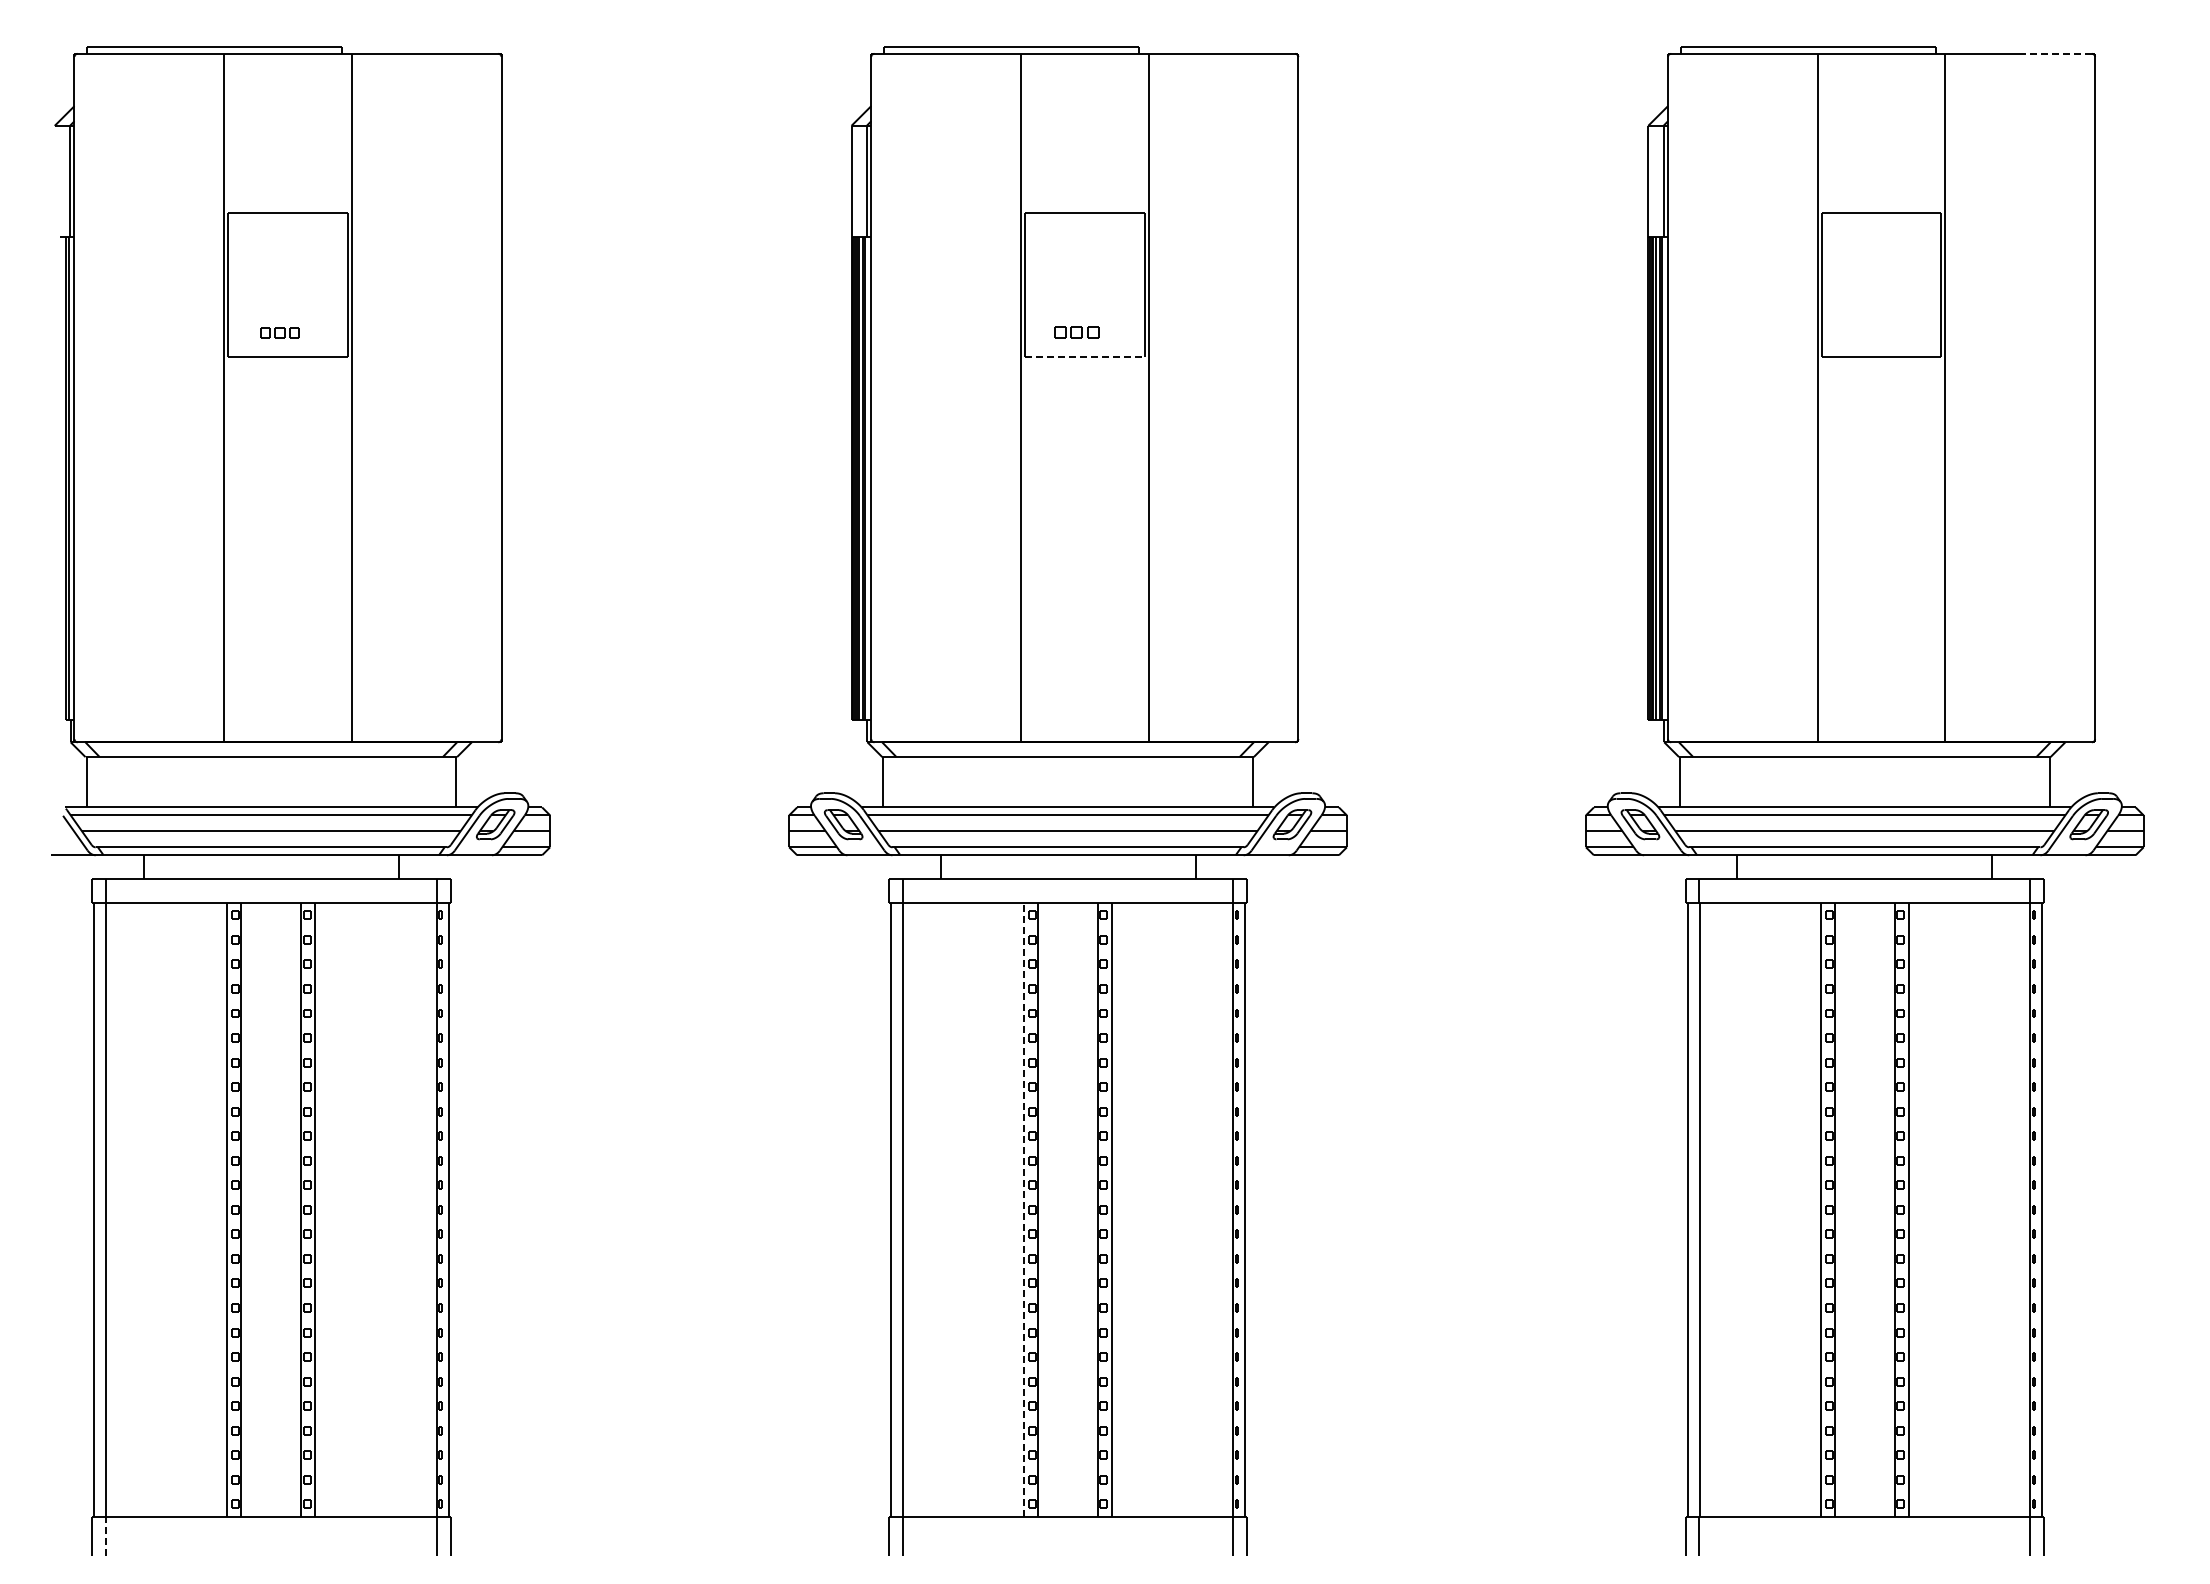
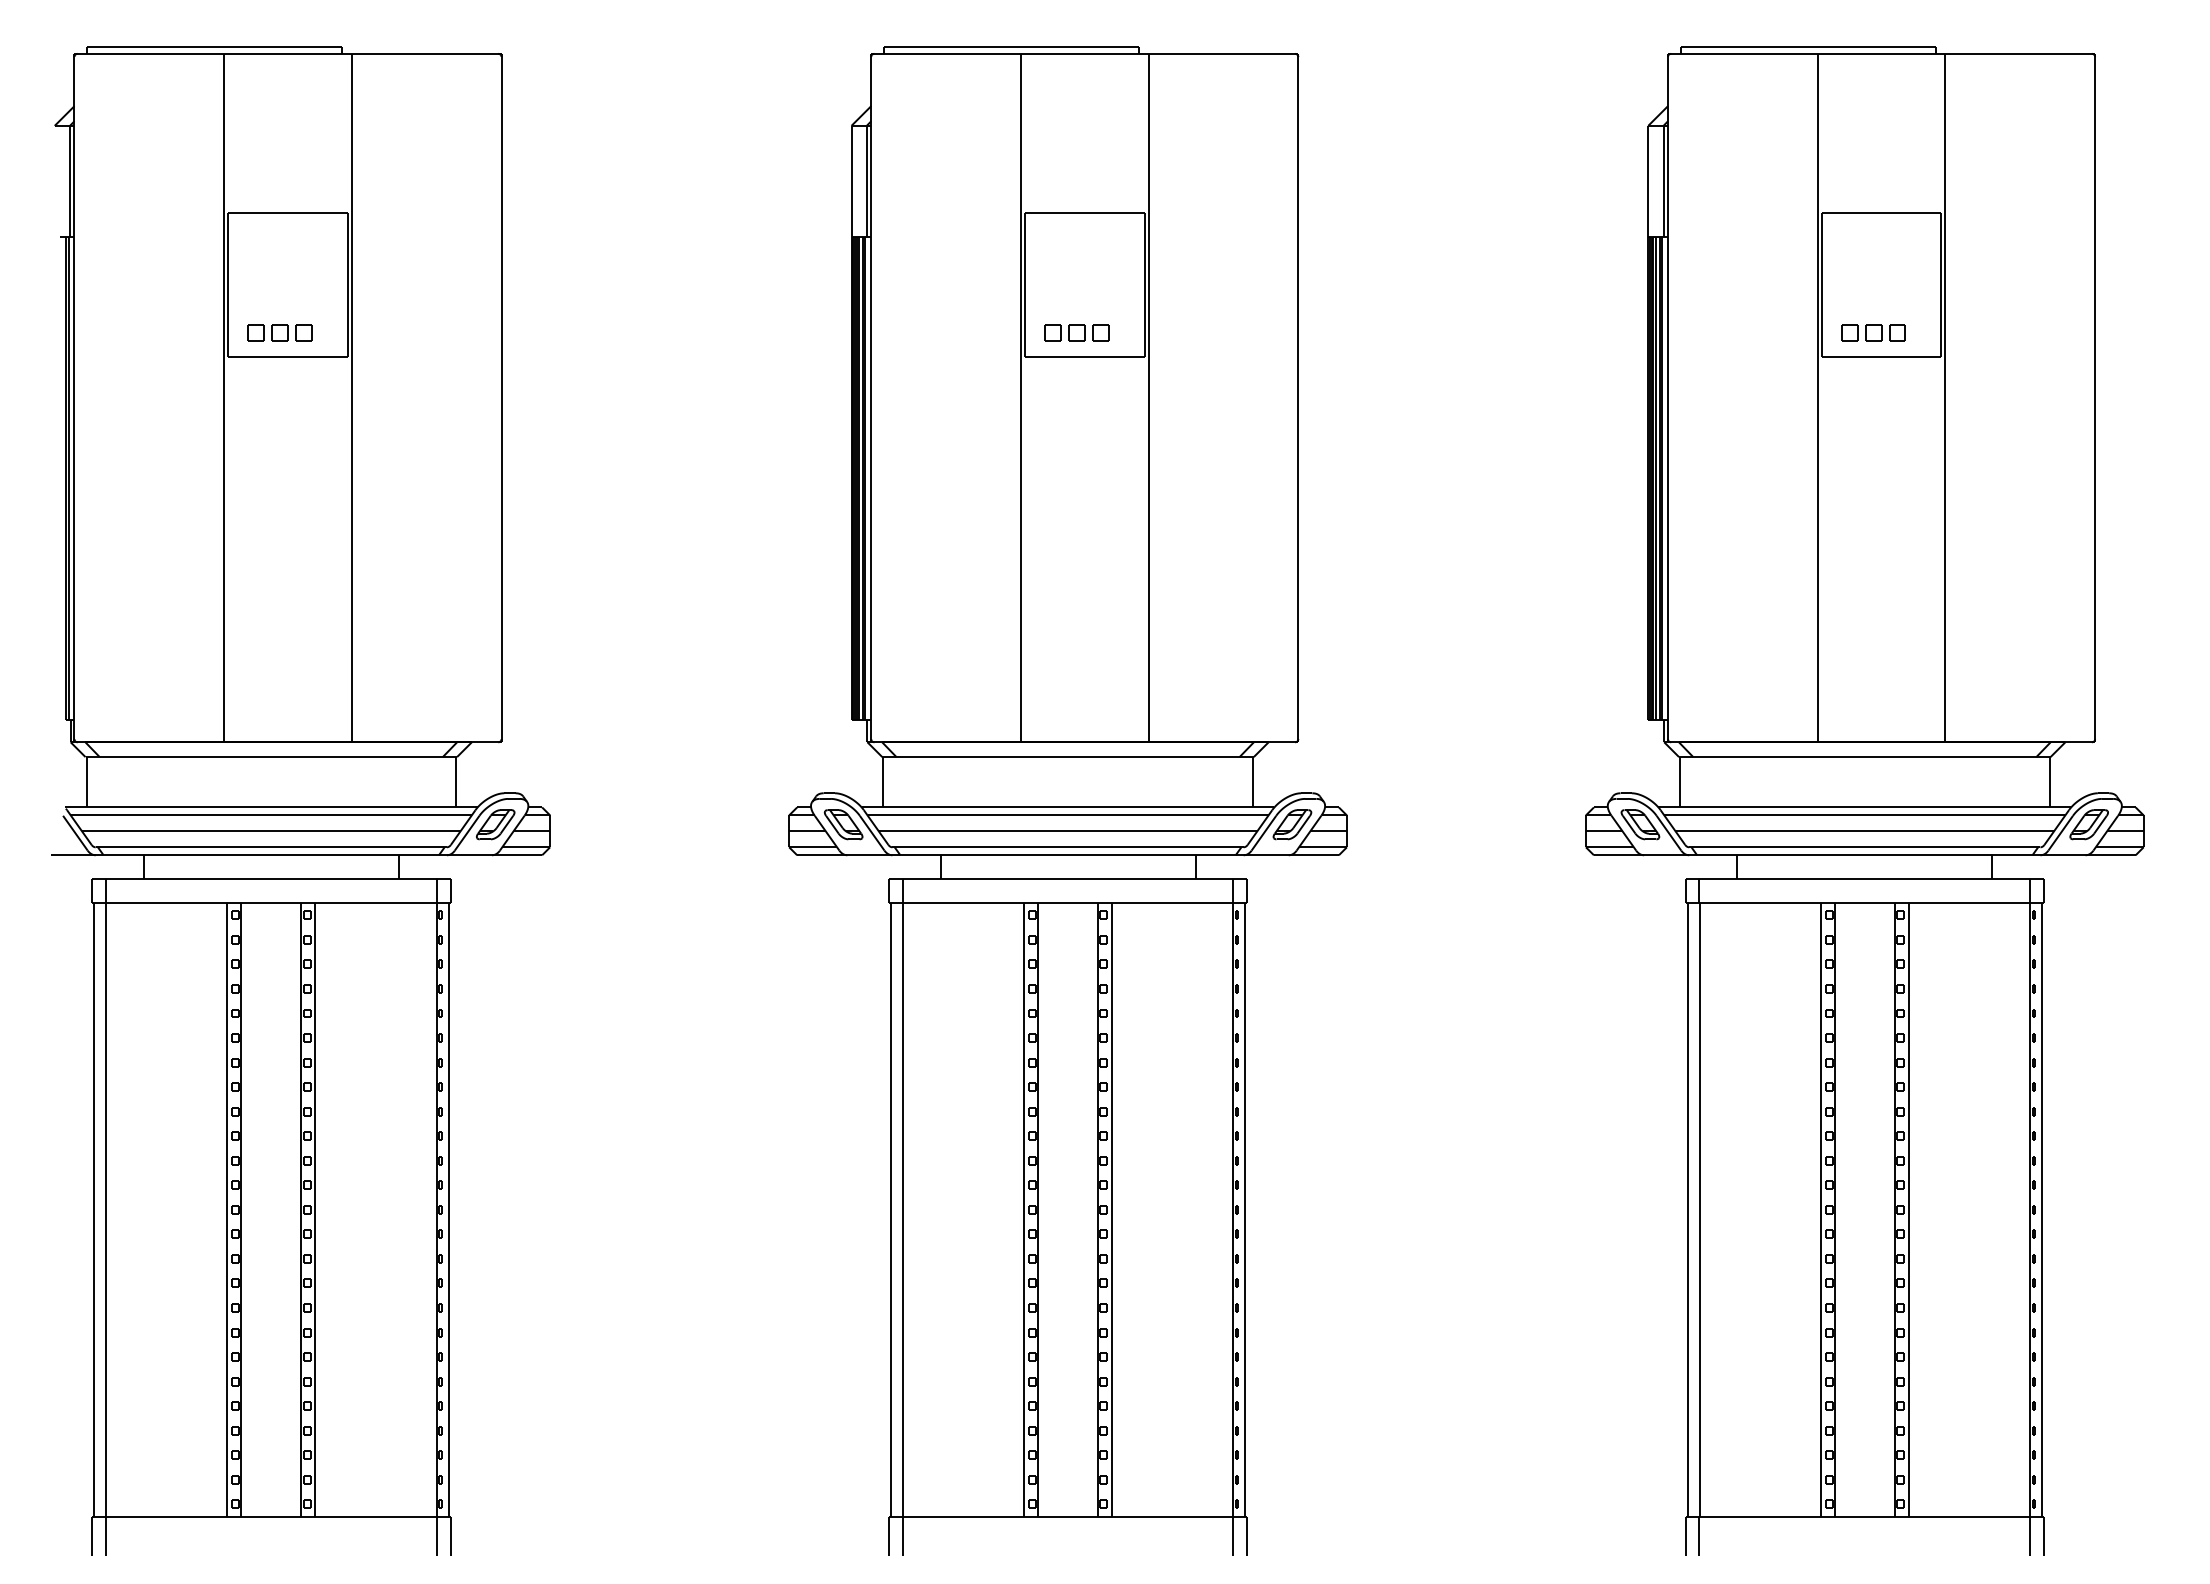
line at (2056, 53): dashed -> solid
part at (279, 332) size: 40x12 px -> 66x18 px
part at (1076, 332) size: 46x13 px -> 66x18 px
part at (1873, 332): none -> present
line at (1084, 356): dashed -> solid
line at (1024, 1209): dashed -> solid
line at (105, 1536): dashed -> solid
